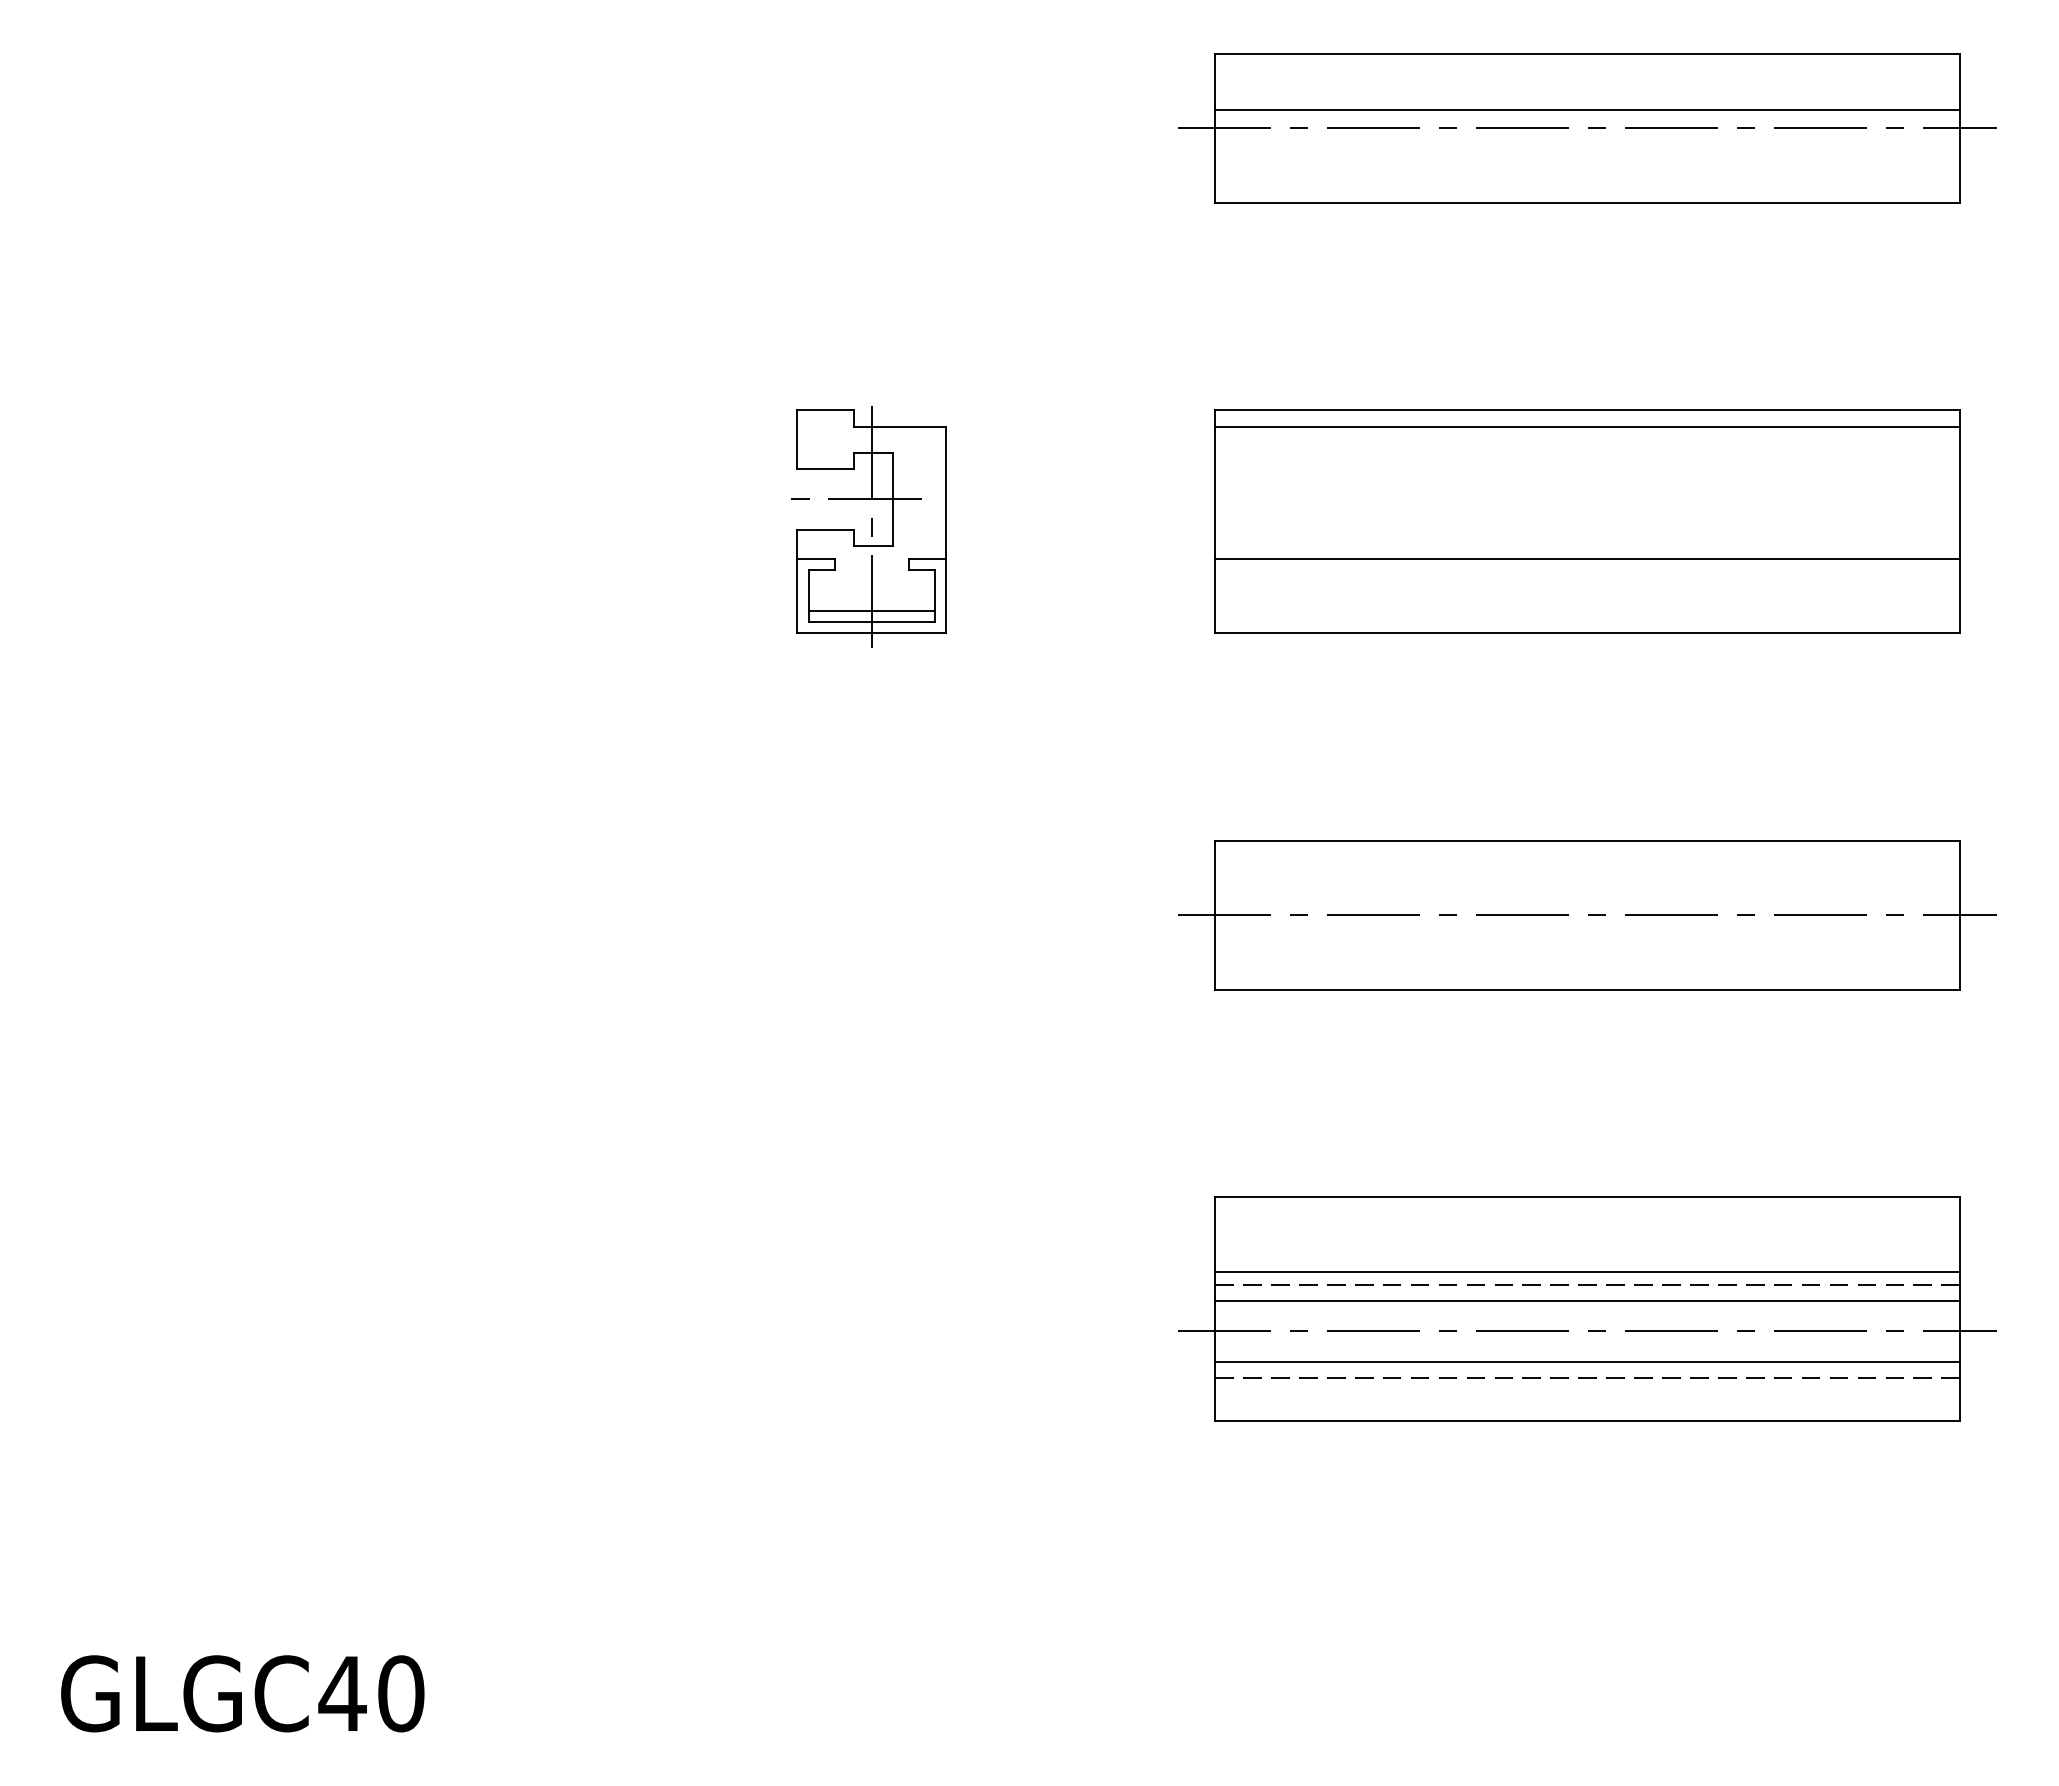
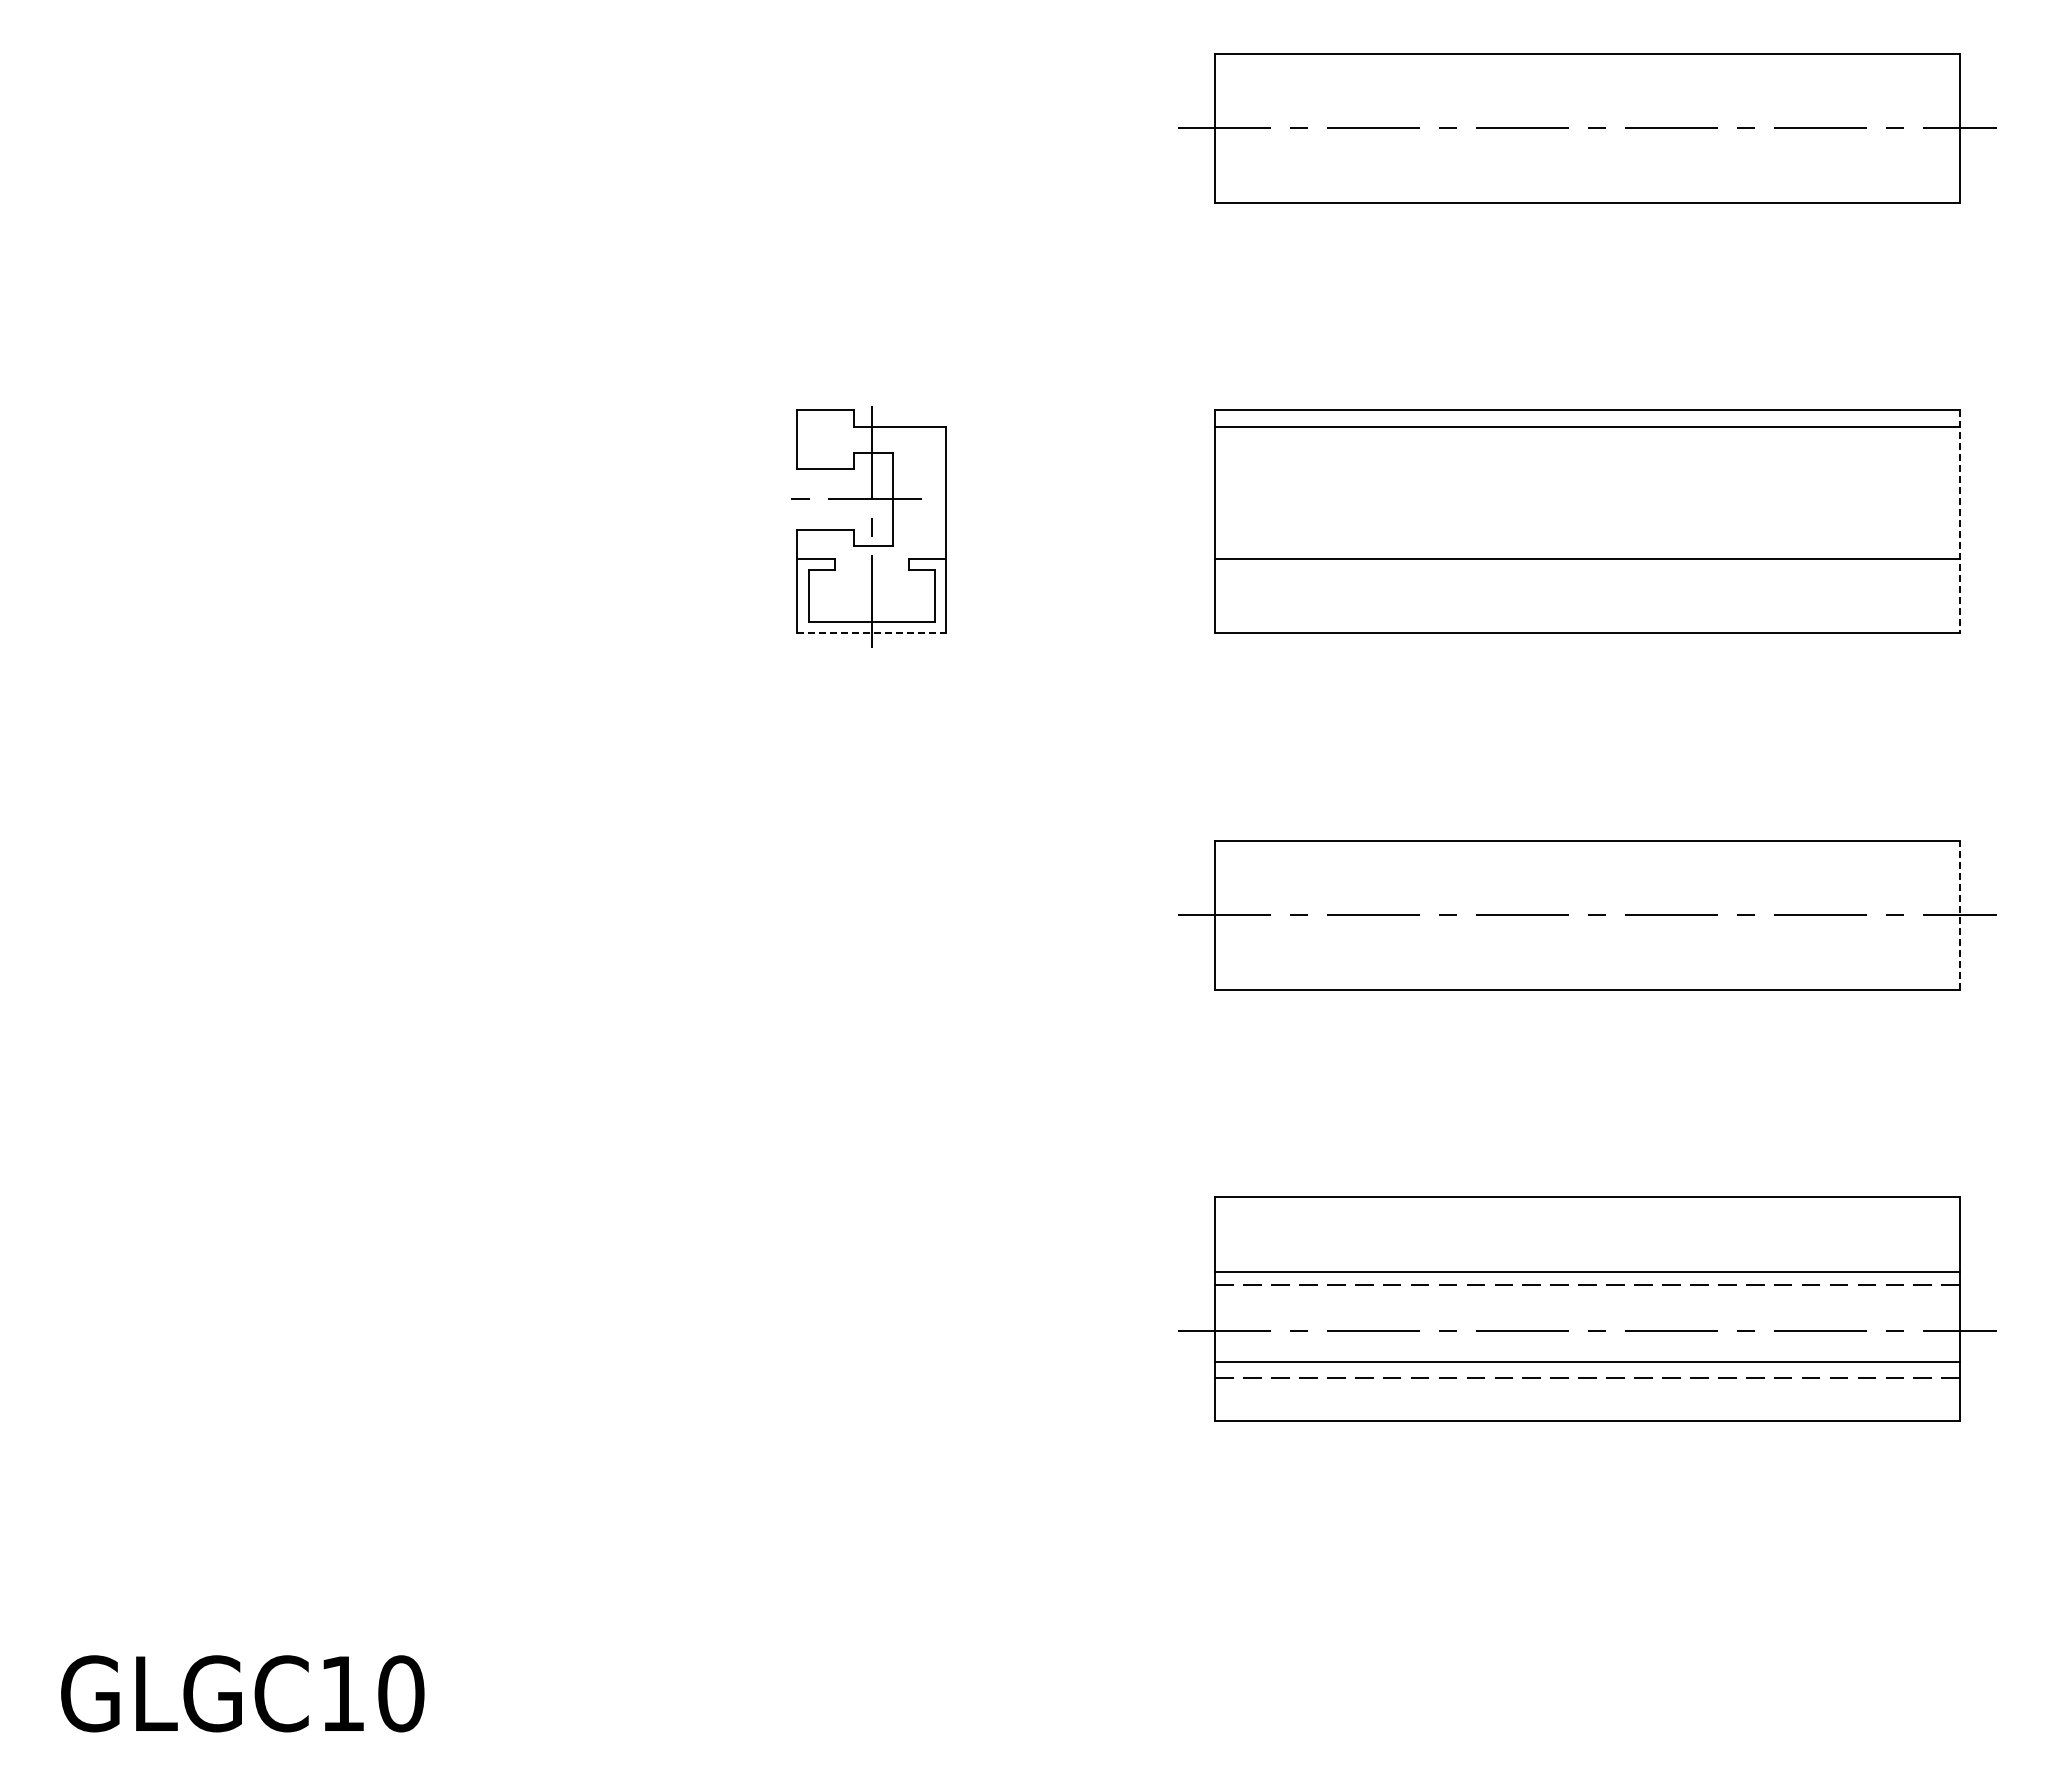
line at (1587, 110): present -> none
line at (1960, 521): solid -> dashed
line at (871, 611): present -> none
line at (872, 633): solid -> dashed
line at (1960, 914): solid -> dashed
line at (1587, 1300): present -> none
text at (342, 1693): GLGC40 -> GLGC10
